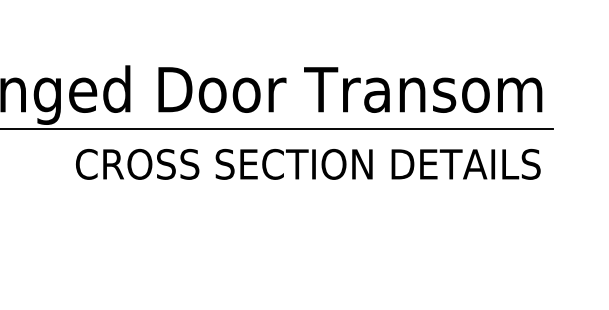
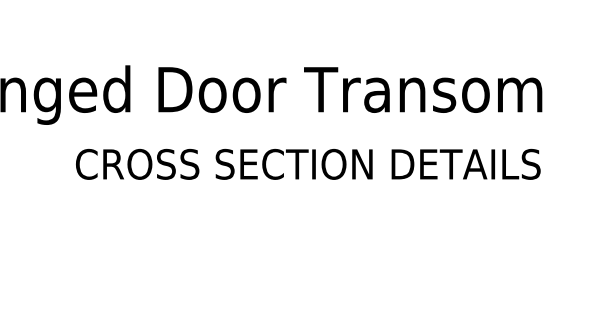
line at (277, 128): present -> none
